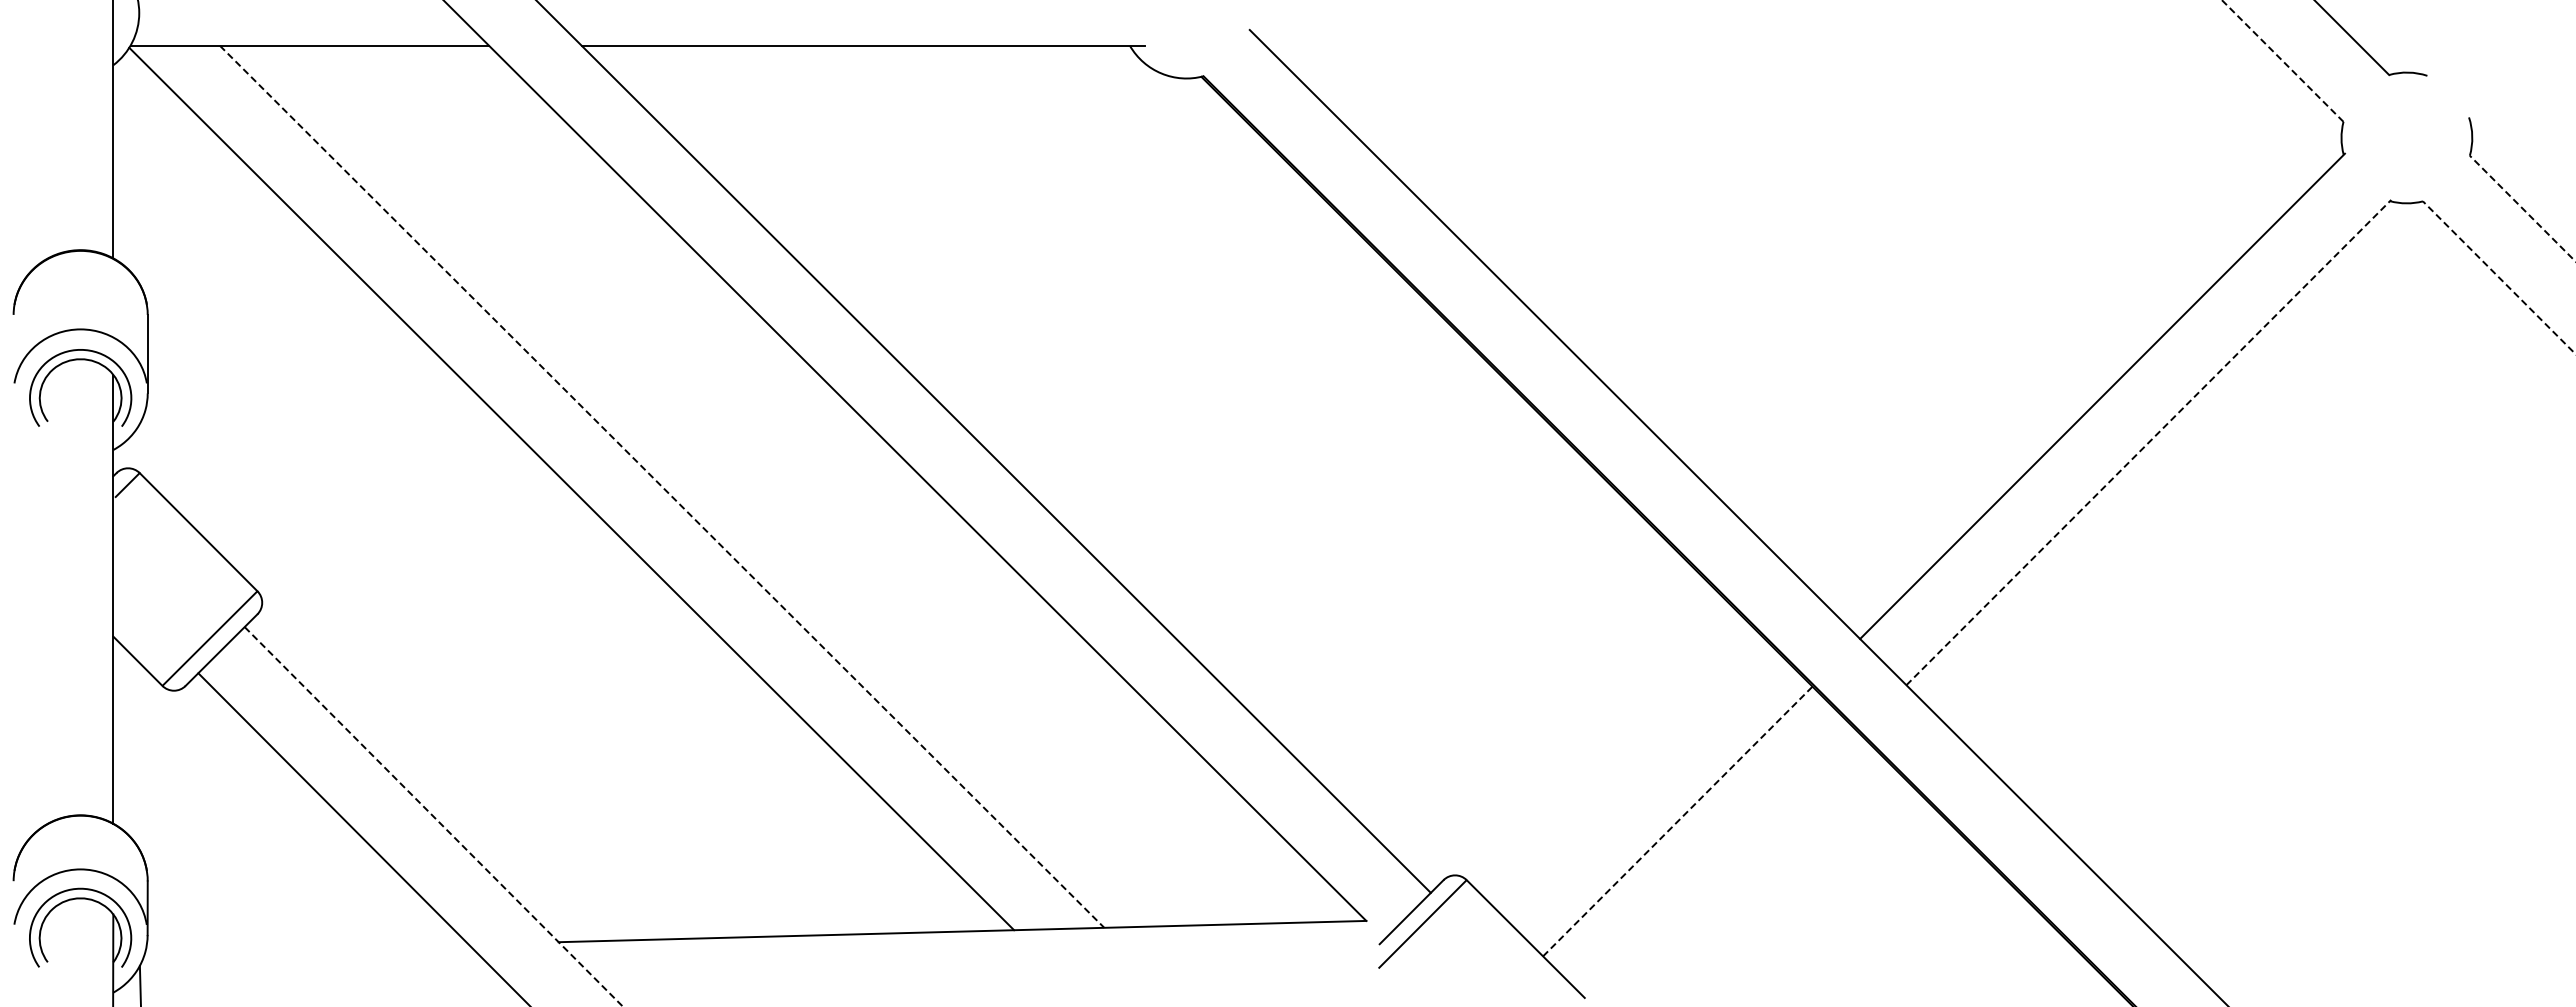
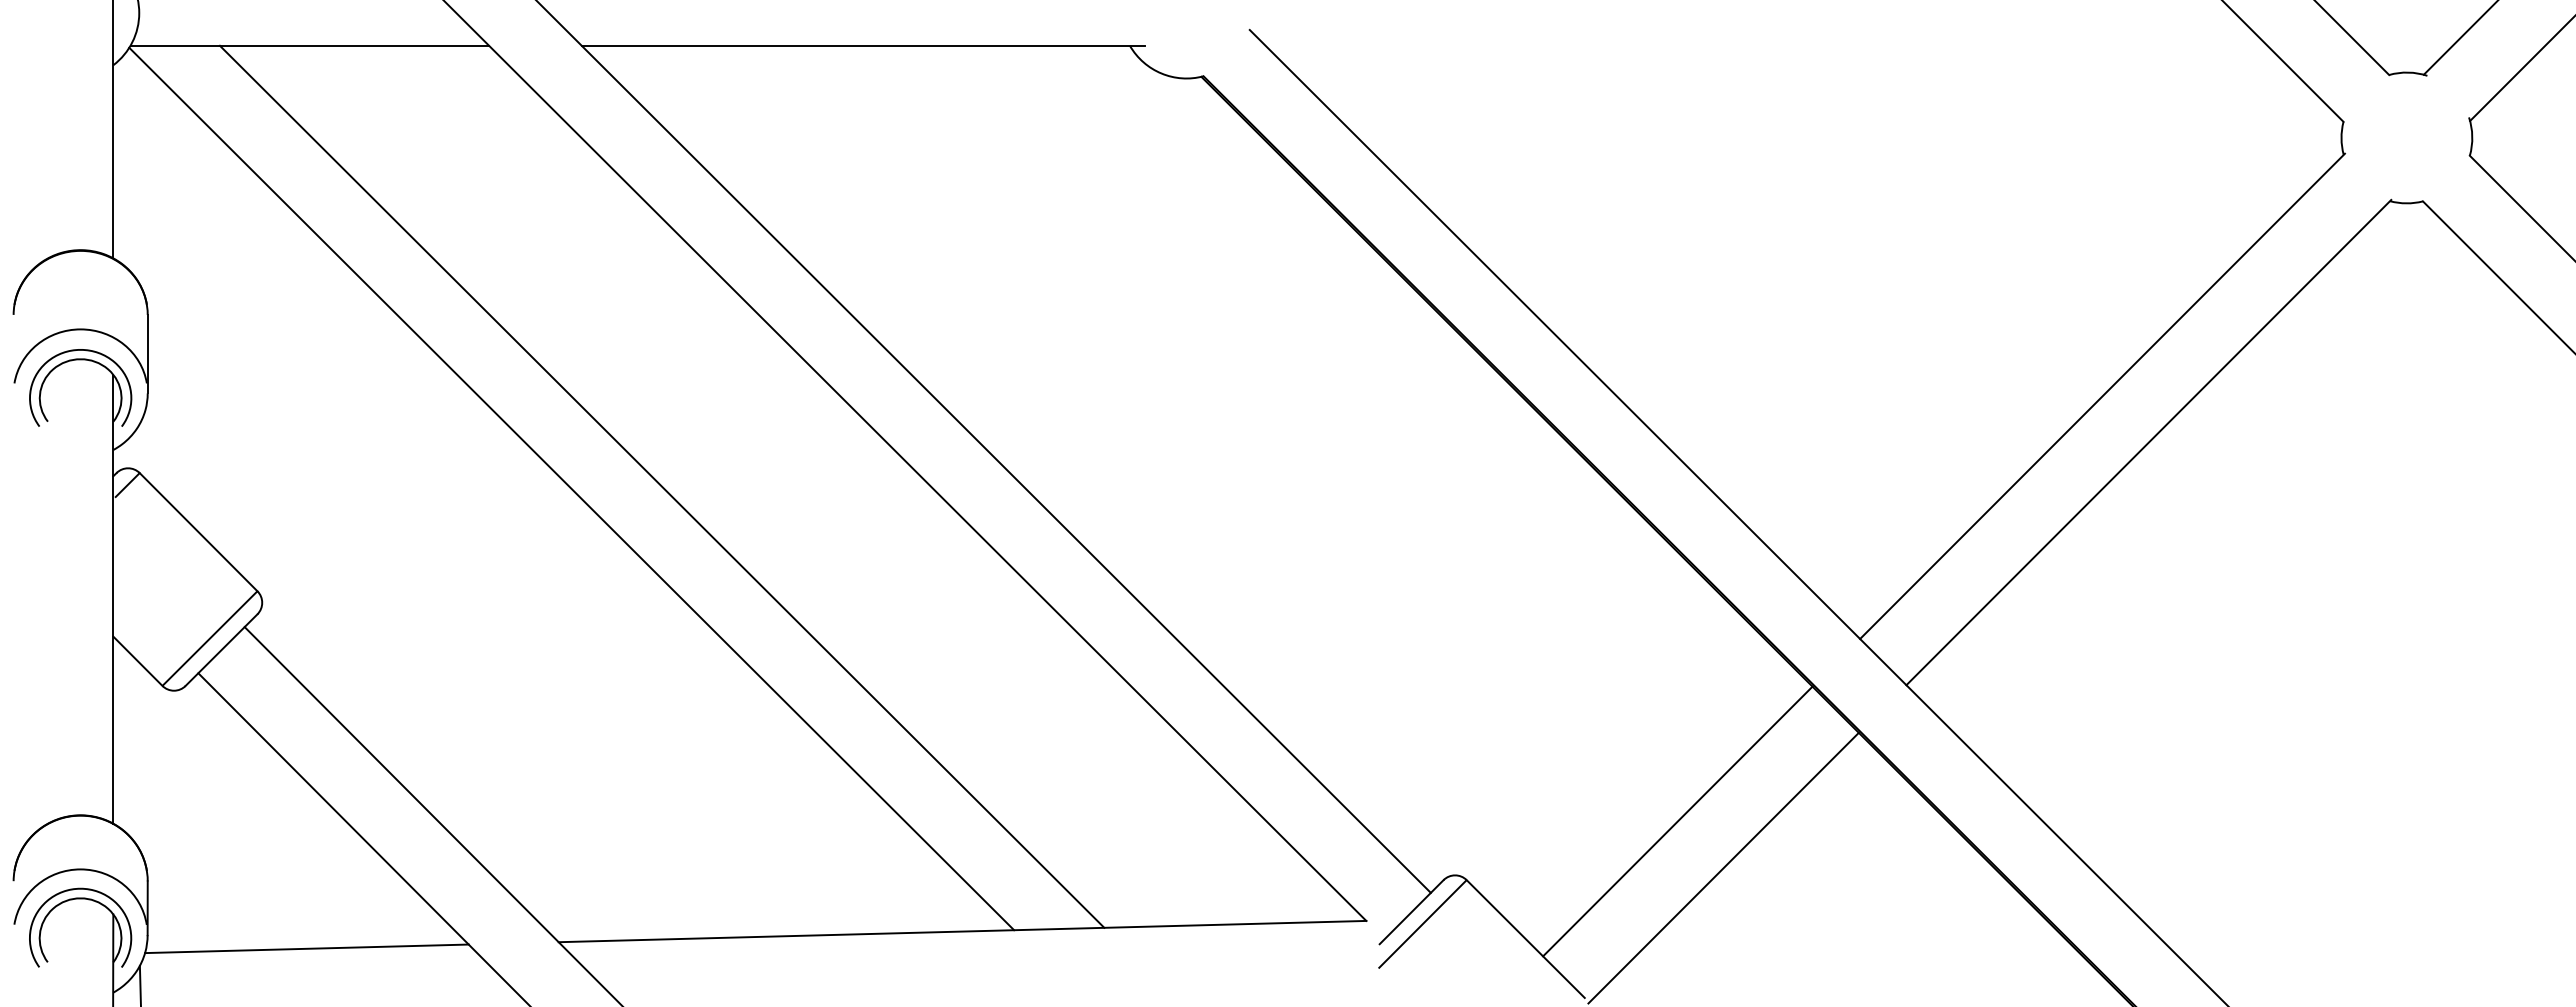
line at (2459, 38): none -> present
line at (2282, 61): dashed -> solid
line at (2521, 69): none -> present
line at (2522, 208): dashed -> solid
line at (2499, 277): dashed -> solid
line at (2148, 442): dashed -> solid
line at (662, 486): dashed -> solid
line at (433, 816): dashed -> solid
line at (1677, 821): dashed -> solid
line at (1723, 867): none -> present
line at (306, 948): none -> present
